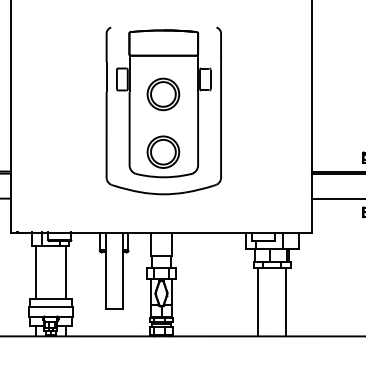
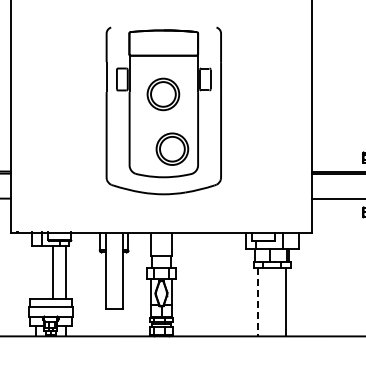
part at (163, 151) position: (163, 151) -> (172, 148)
line at (36, 271) position: (36, 271) -> (53, 271)
line at (257, 302): solid -> dashed
